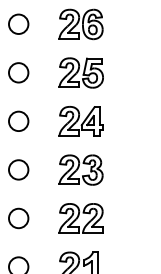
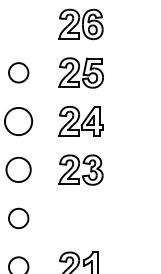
circle at (18, 23): present -> none
circle at (18, 120) size: 22x22 px -> 30x29 px
circle at (18, 169) size: 22x22 px -> 27x27 px
part at (80, 218): present -> none
